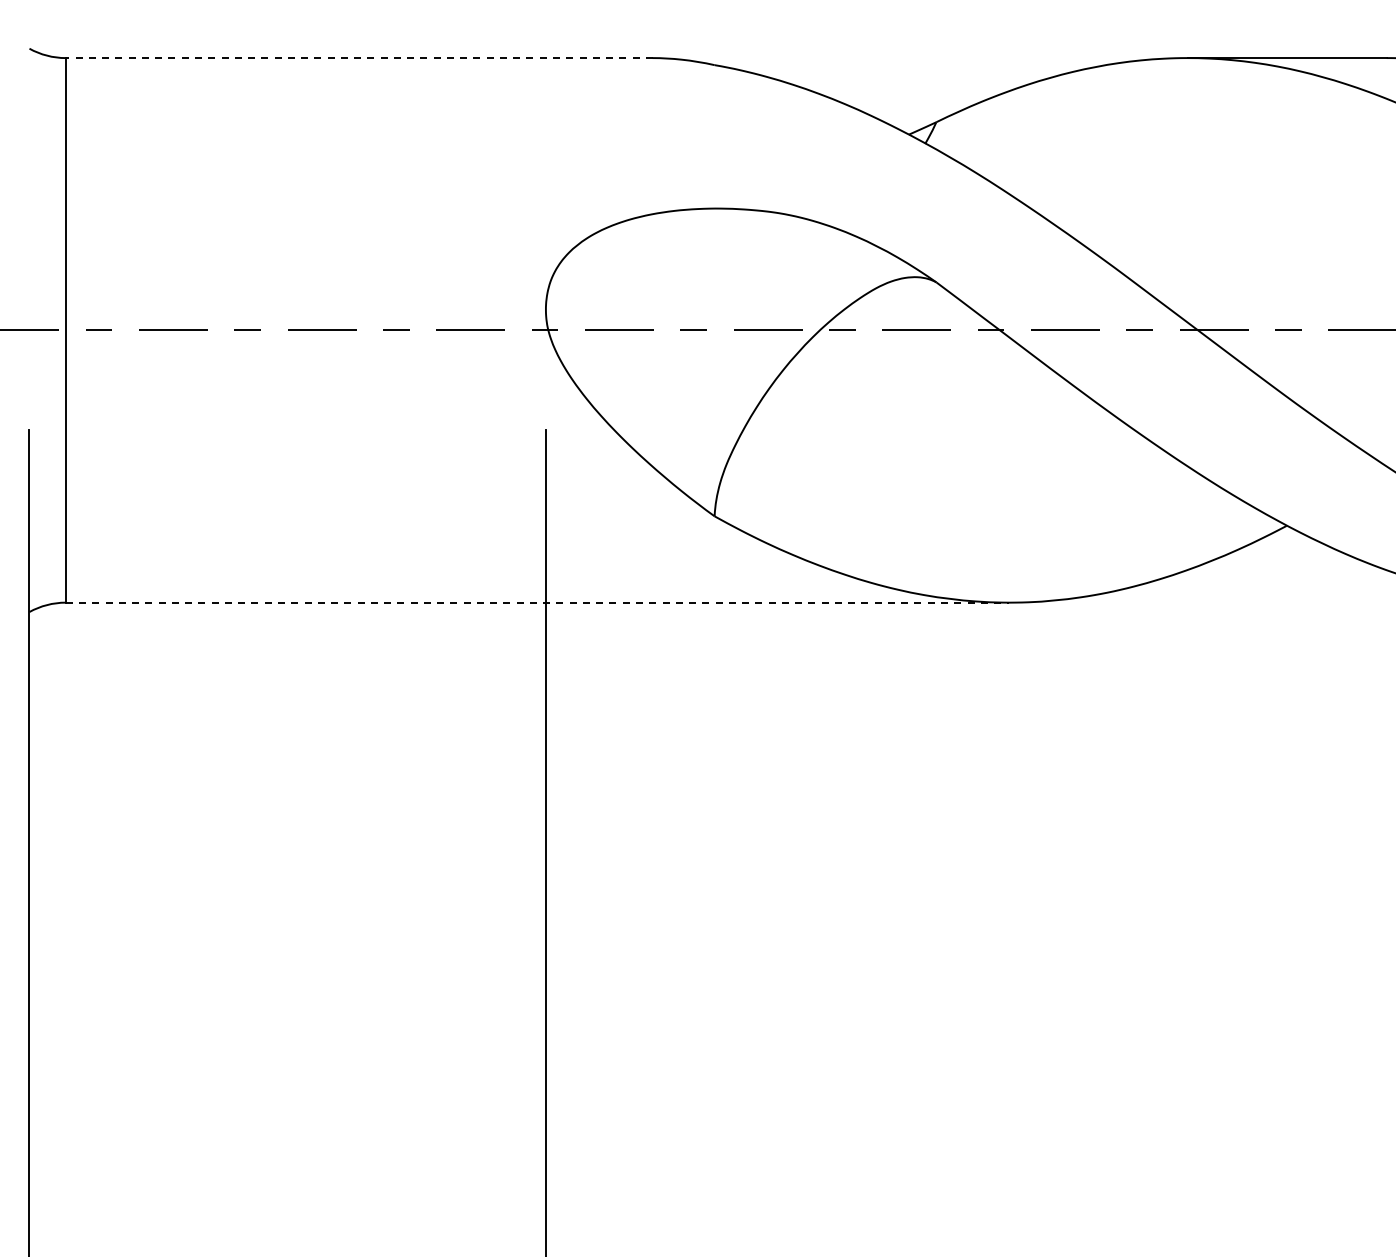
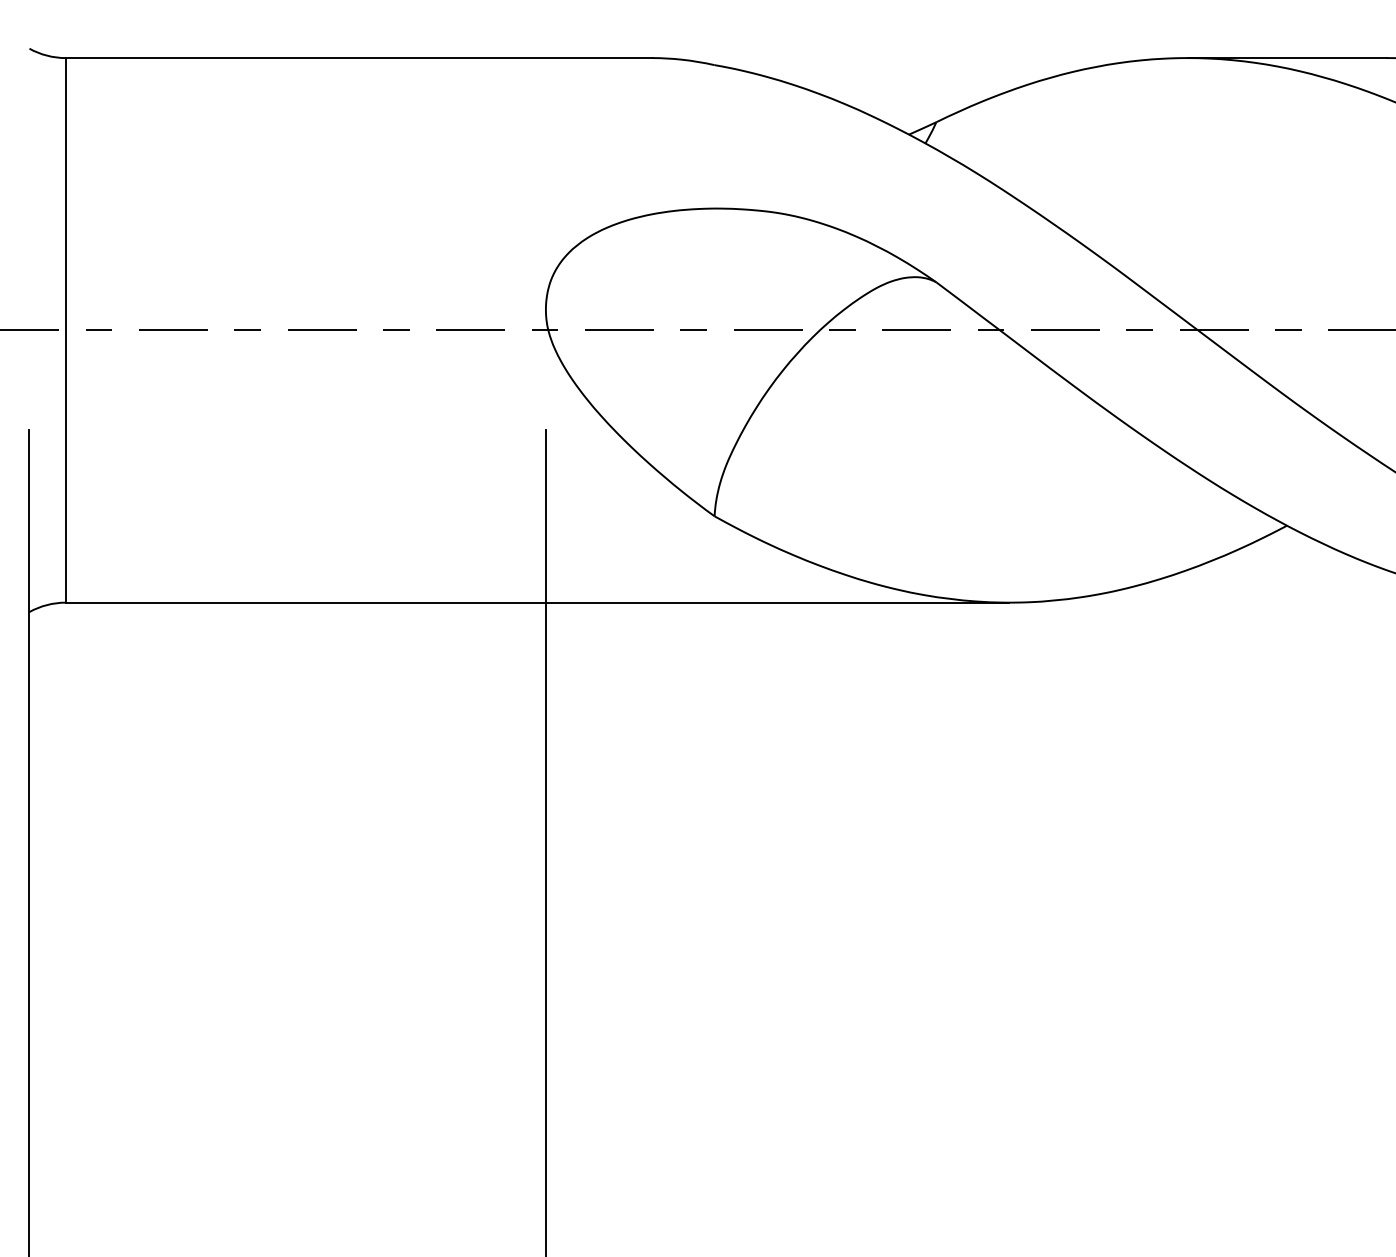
line at (358, 58): dashed -> solid
line at (537, 602): dashed -> solid
